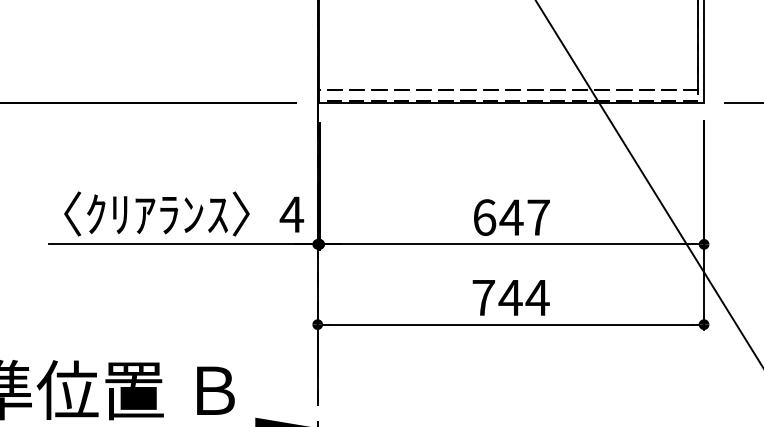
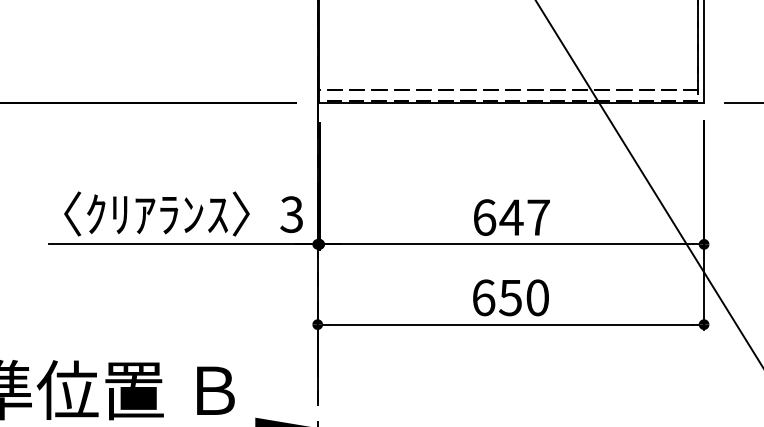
text at (291, 214): 4 -> 3
text at (510, 297): 744 -> 650
